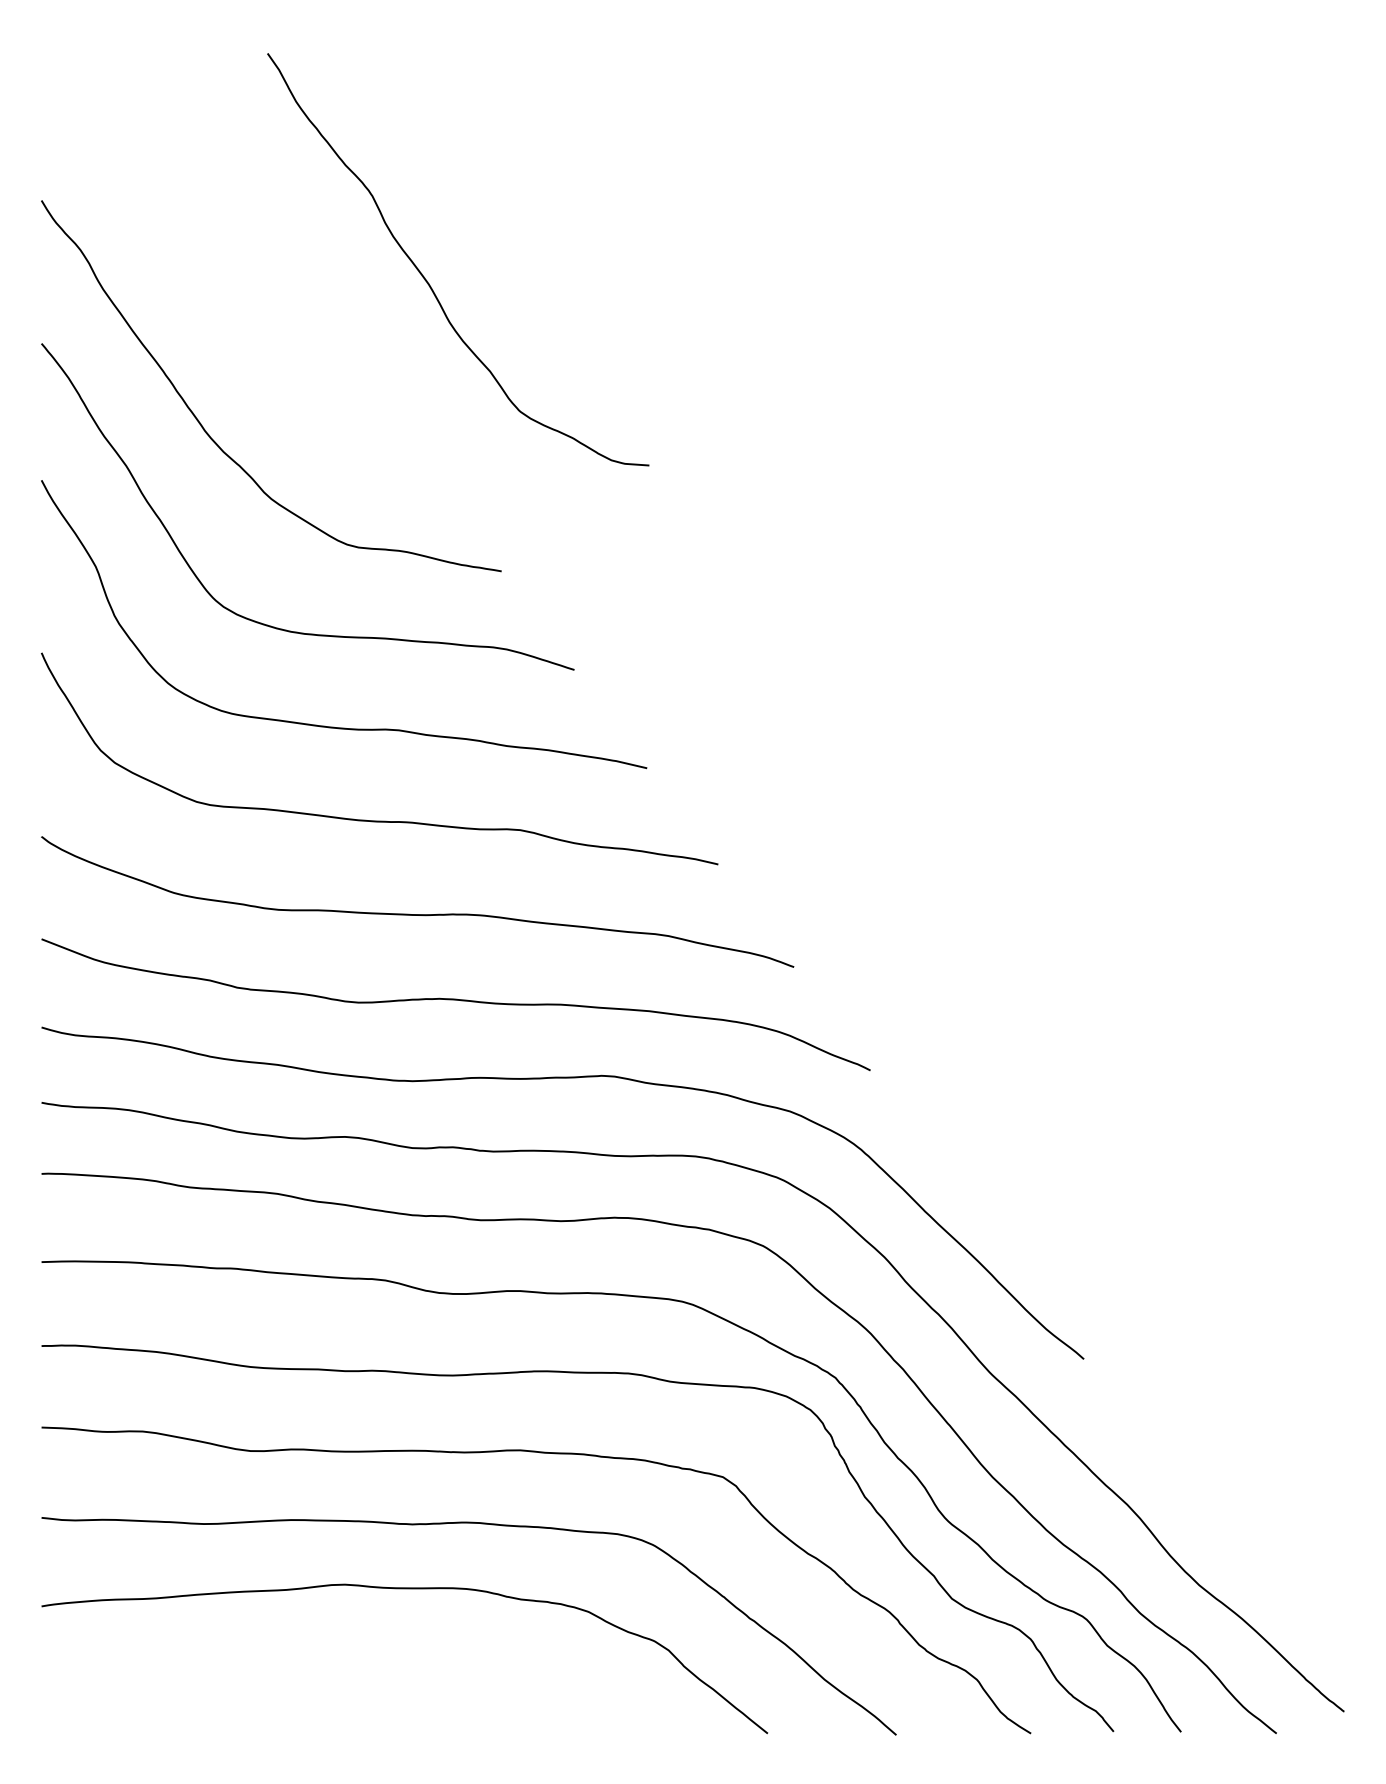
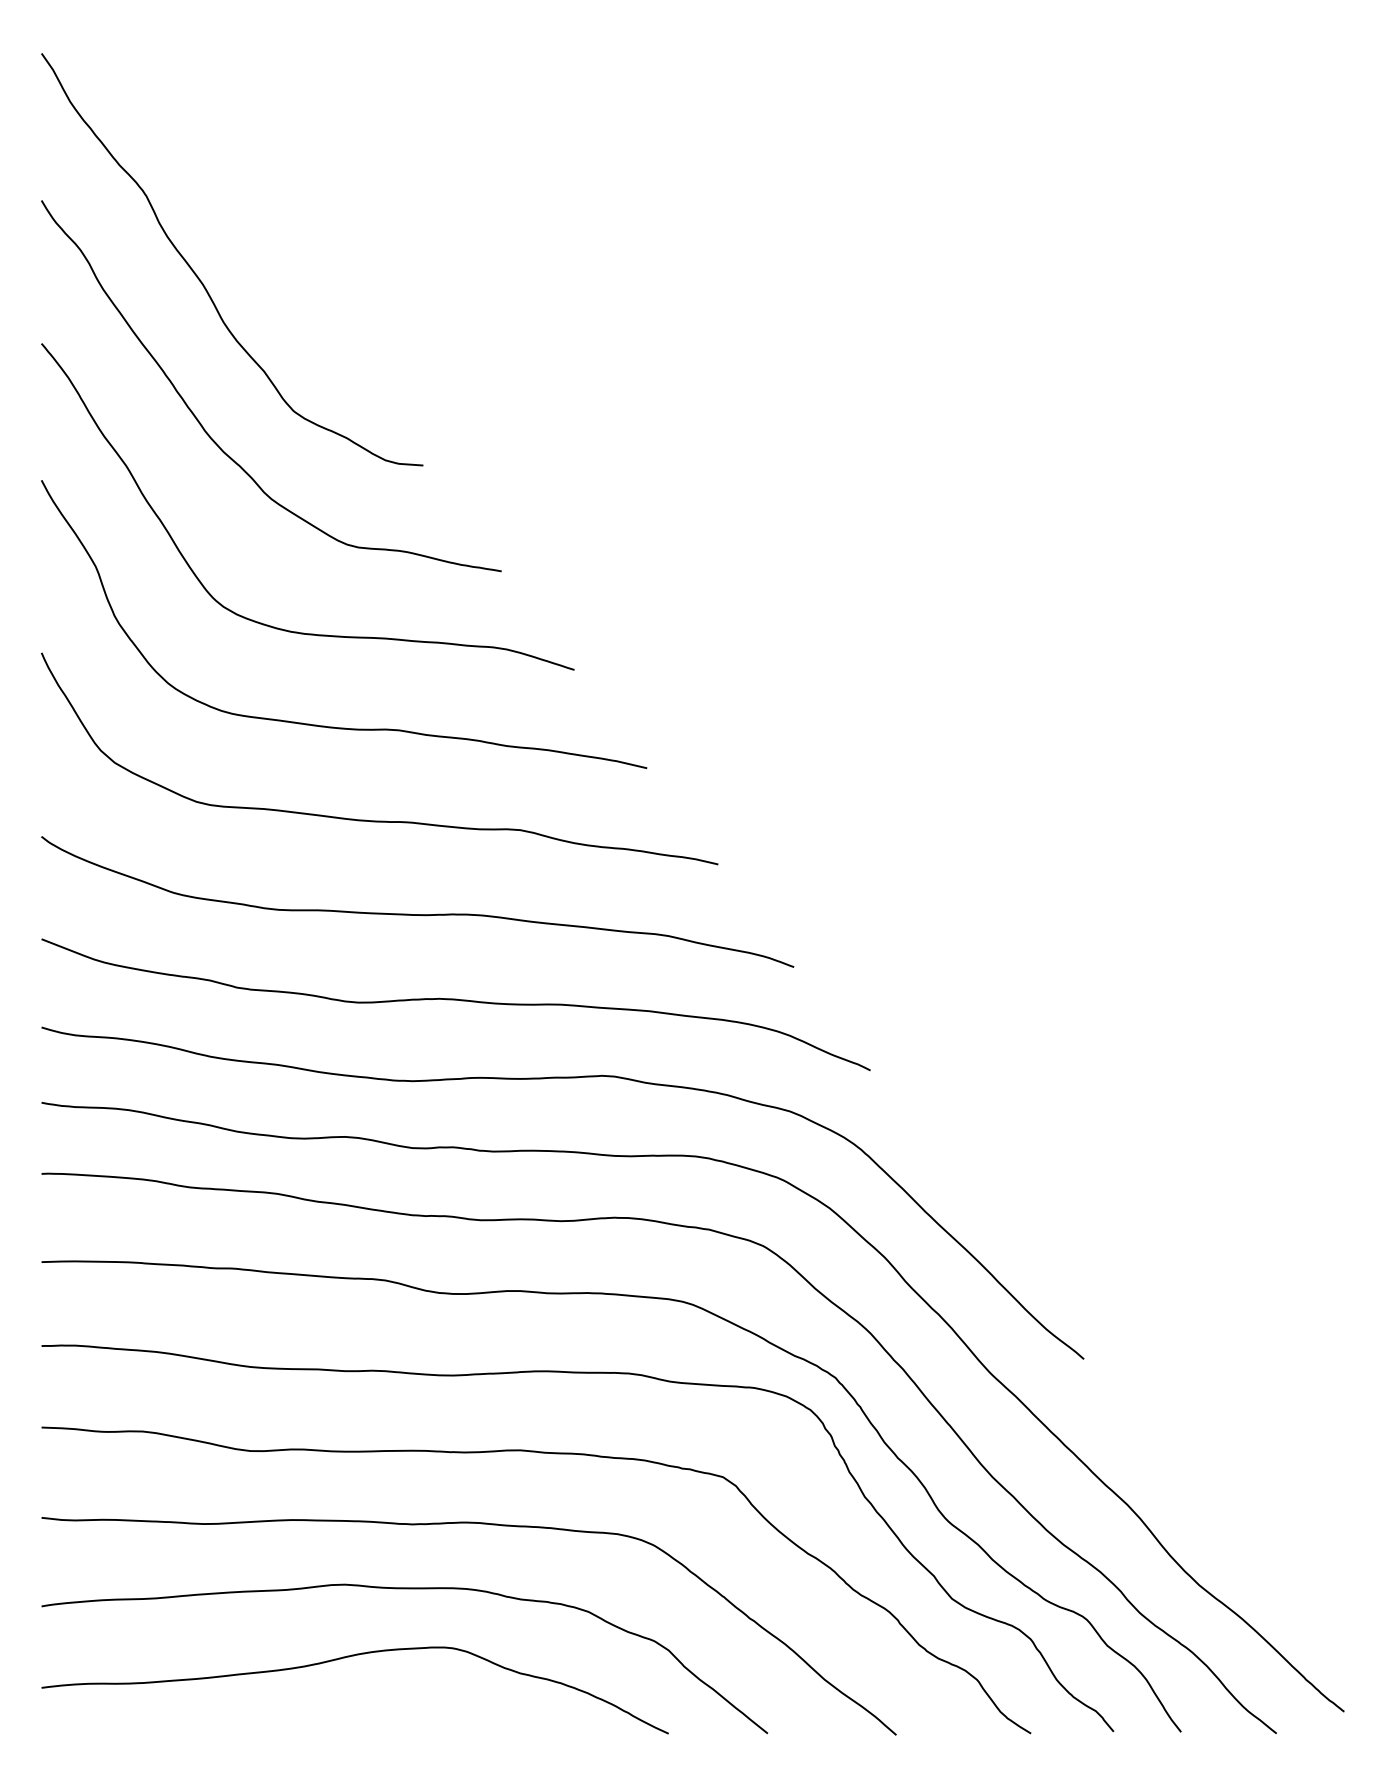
curve at (427, 280) position: (427, 280) -> (201, 280)
curve at (349, 1657): none -> present
